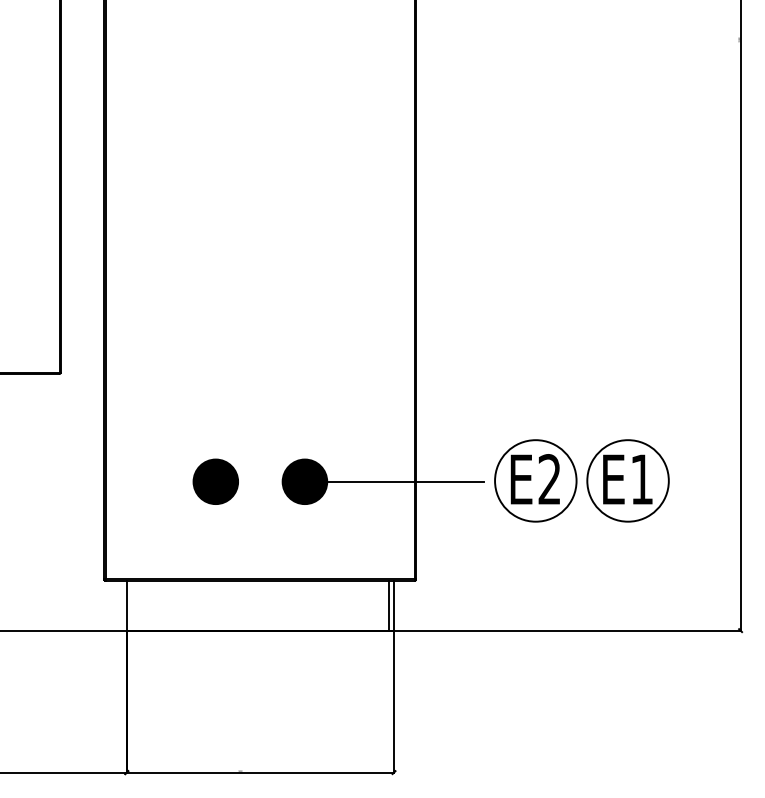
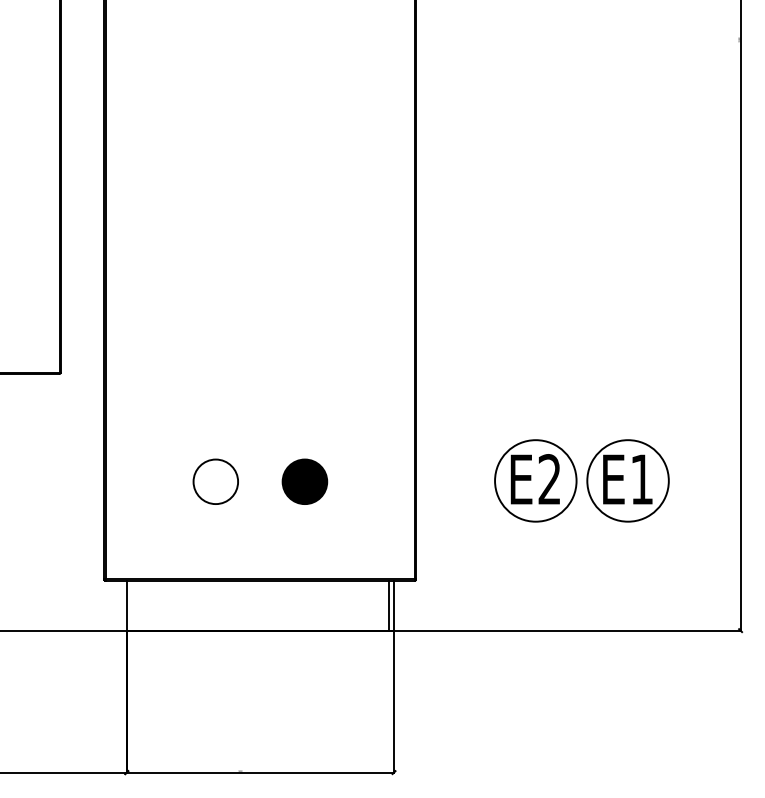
fill at (215, 481): present -> none
line at (405, 481): present -> none
